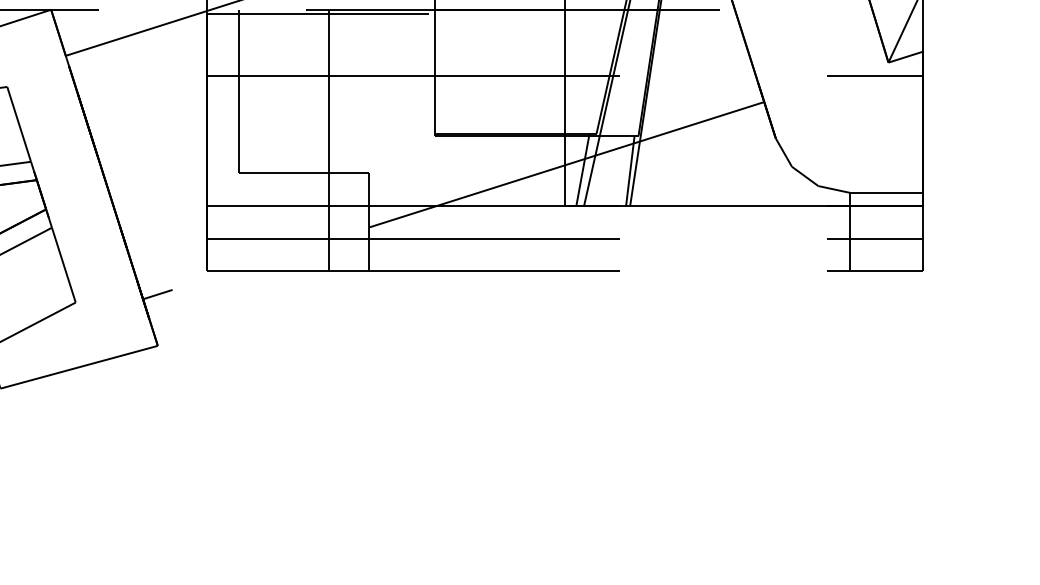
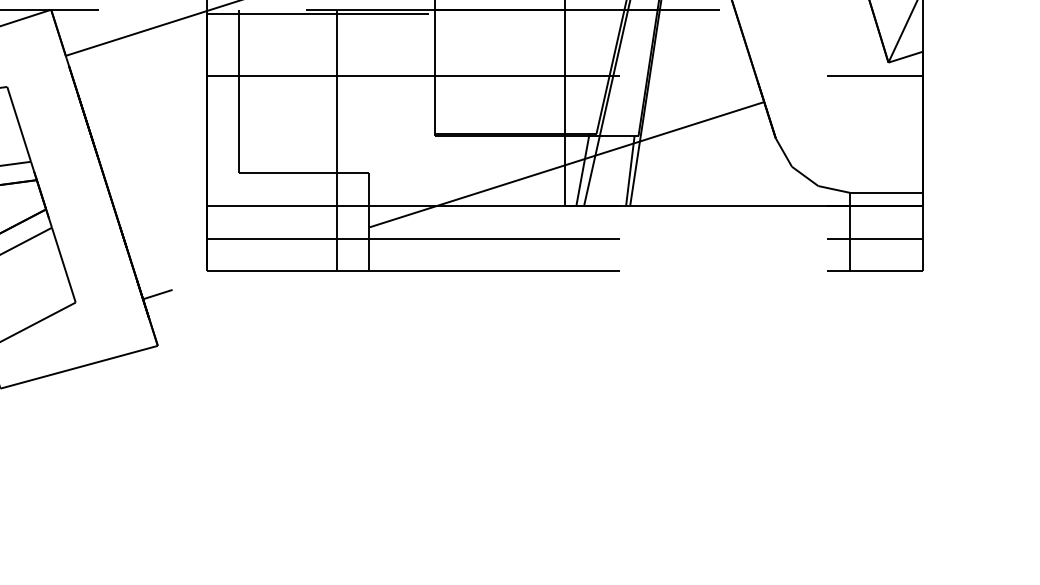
line at (328, 140) position: (328, 140) -> (336, 140)
